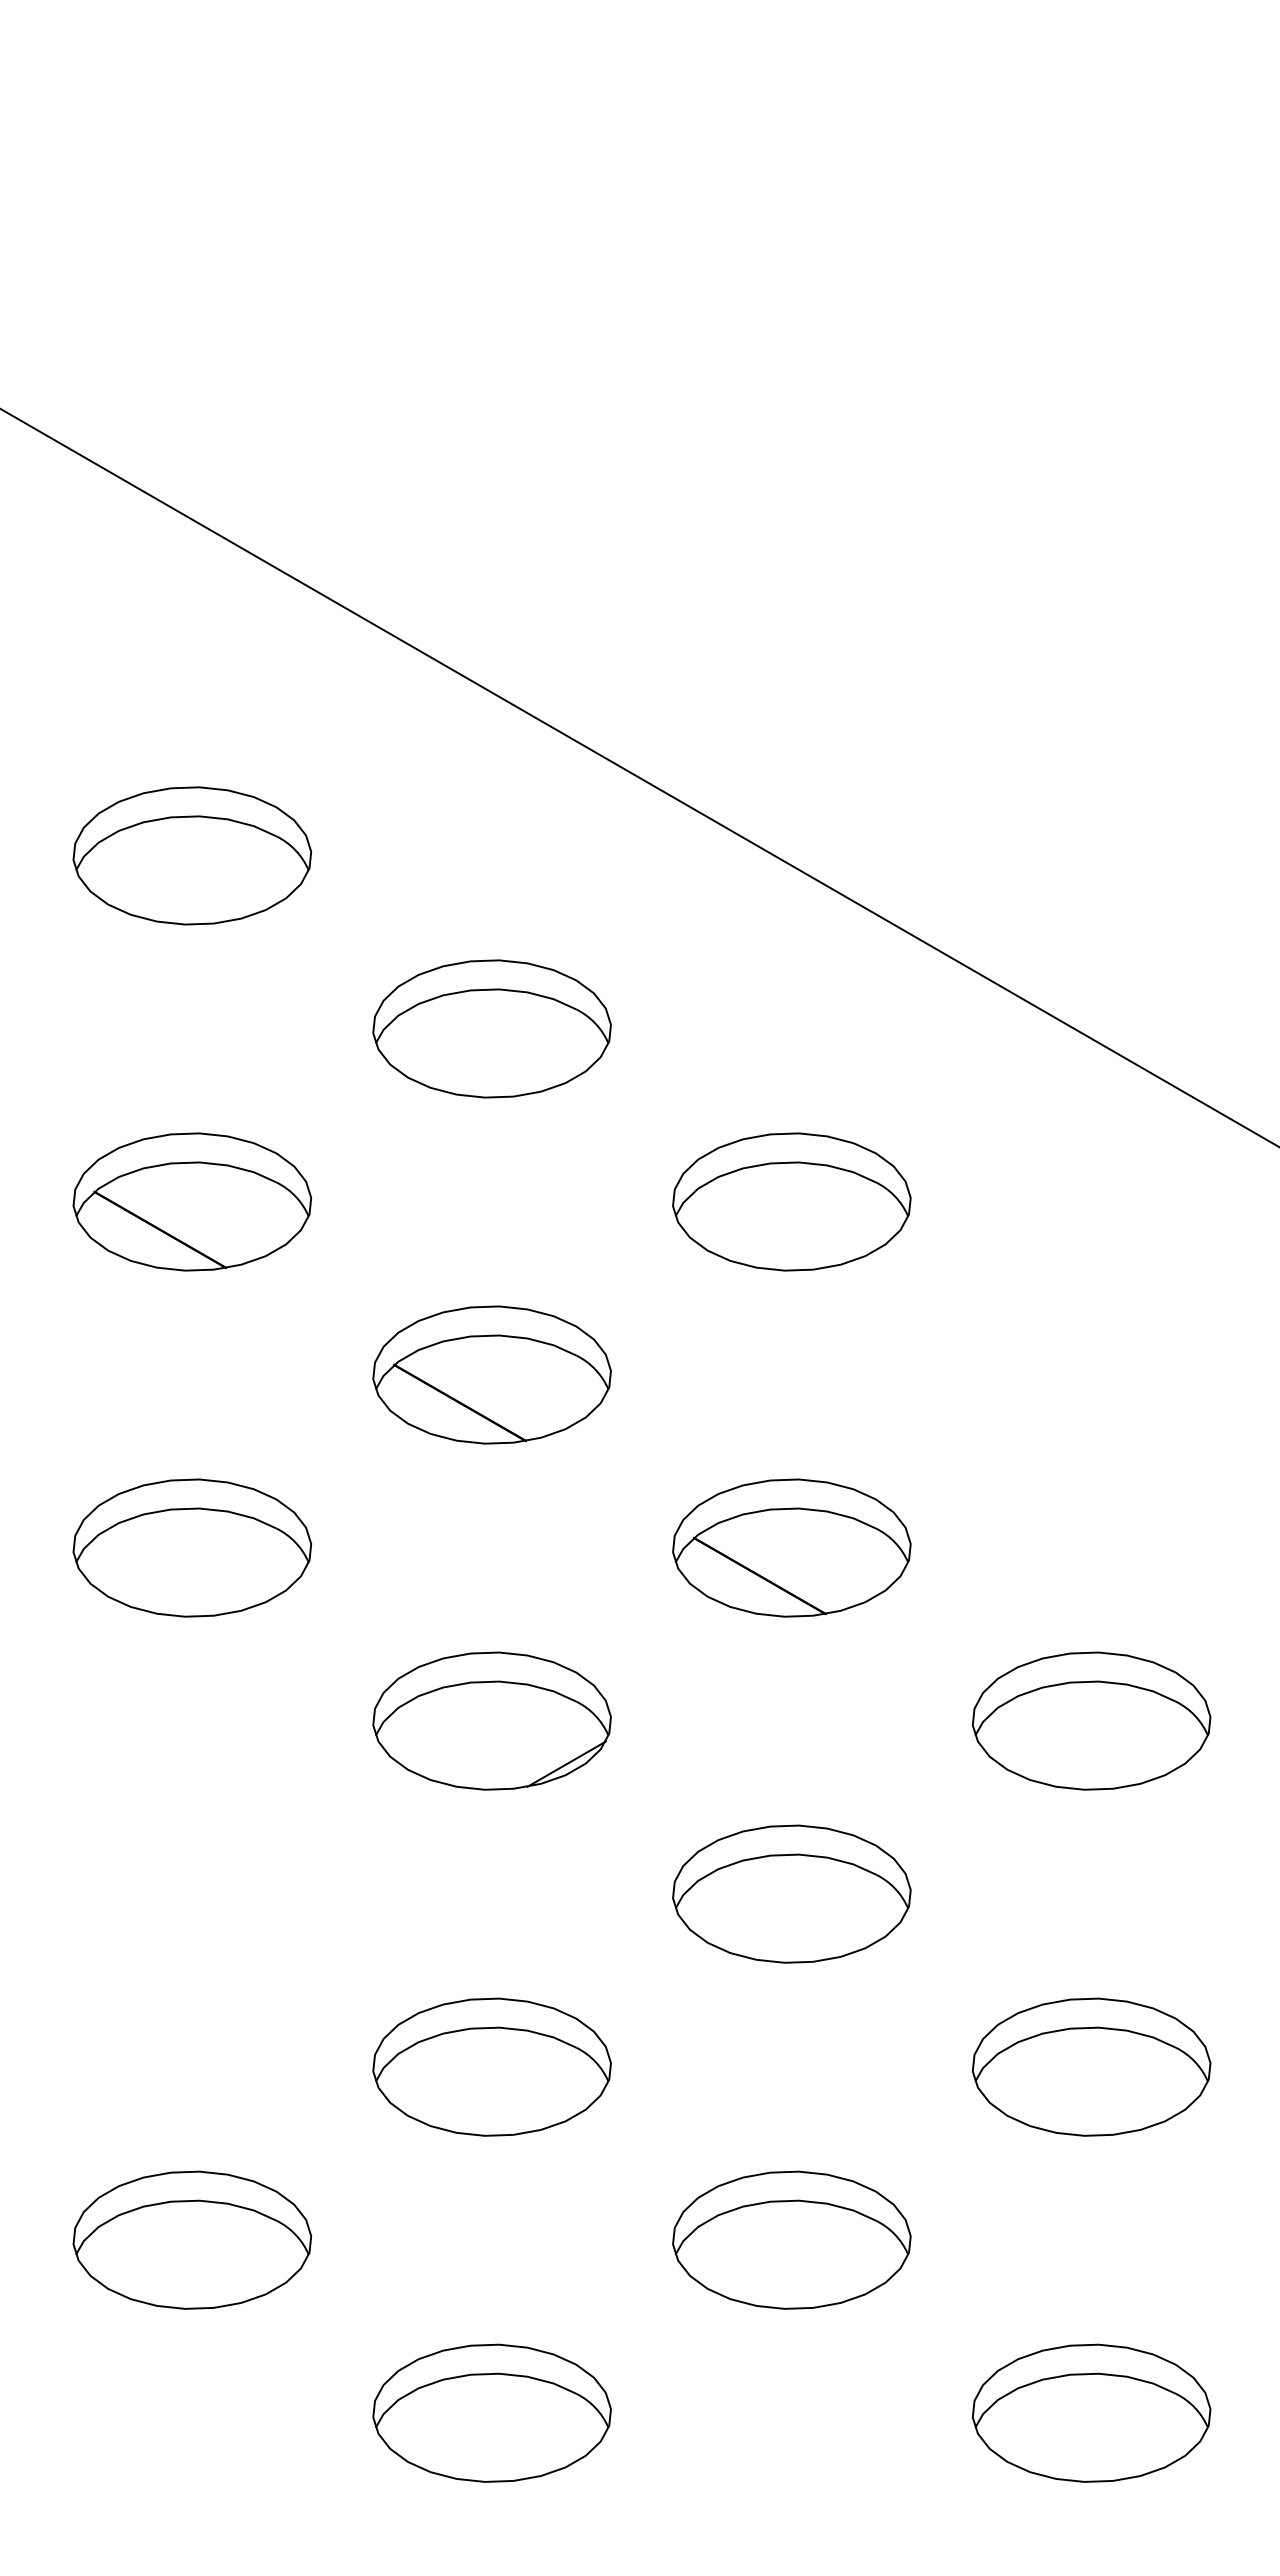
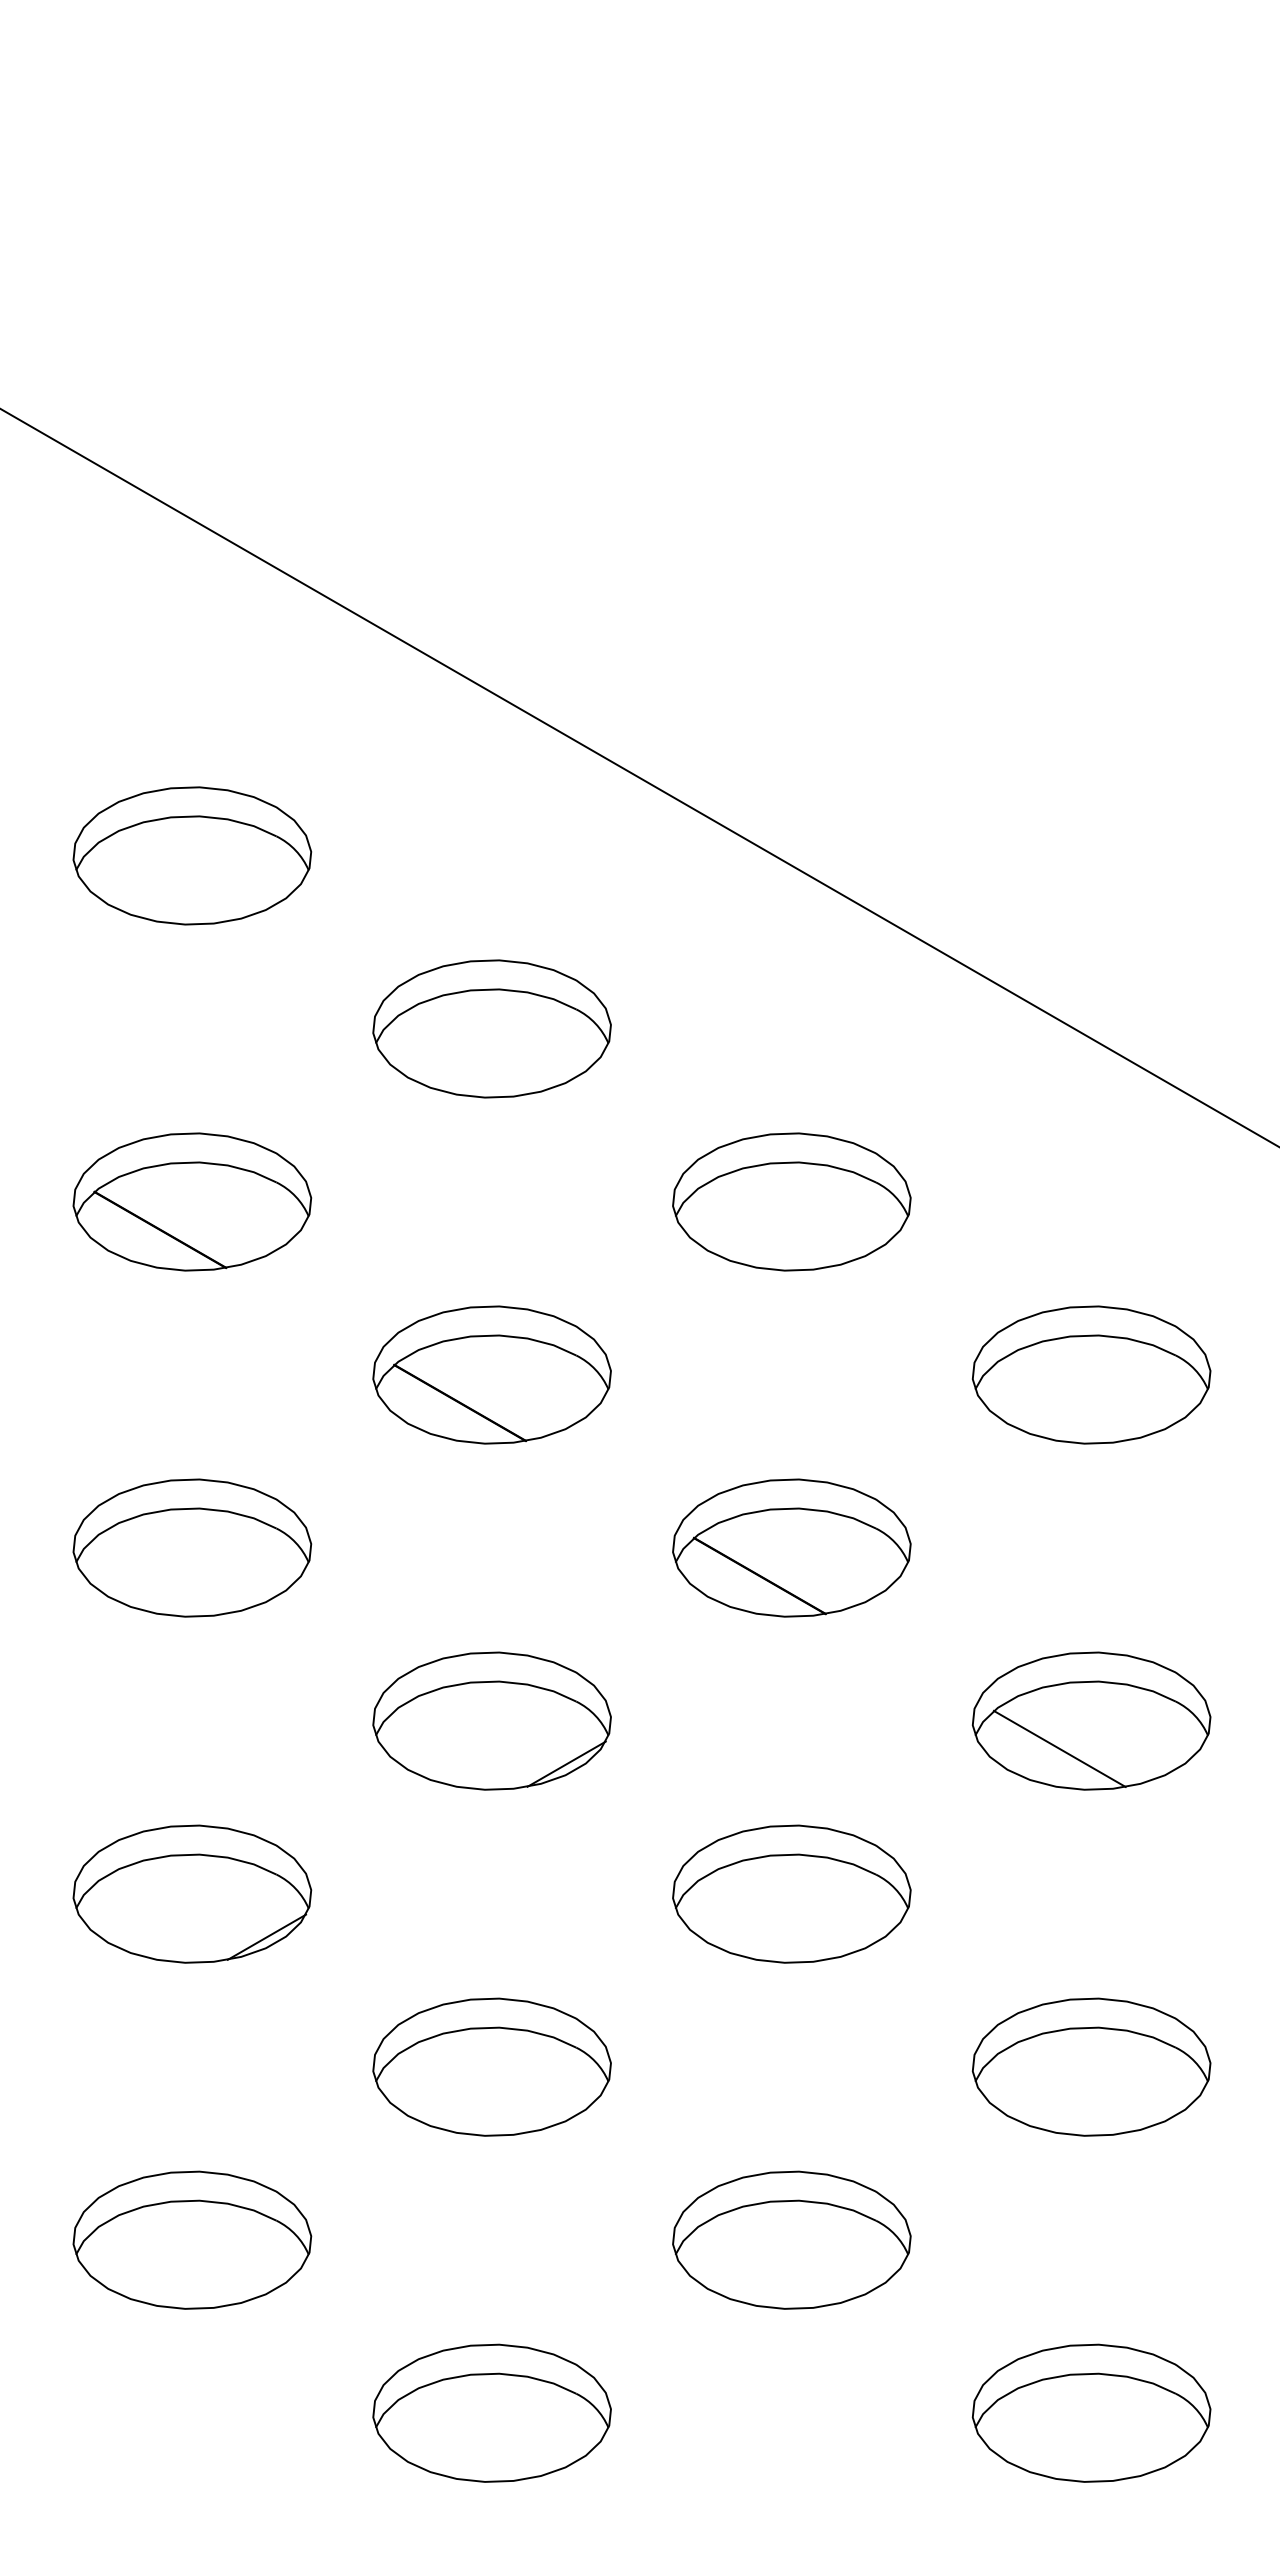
part at (1091, 1374): none -> present
line at (1059, 1748): none -> present
part at (192, 1893): none -> present
